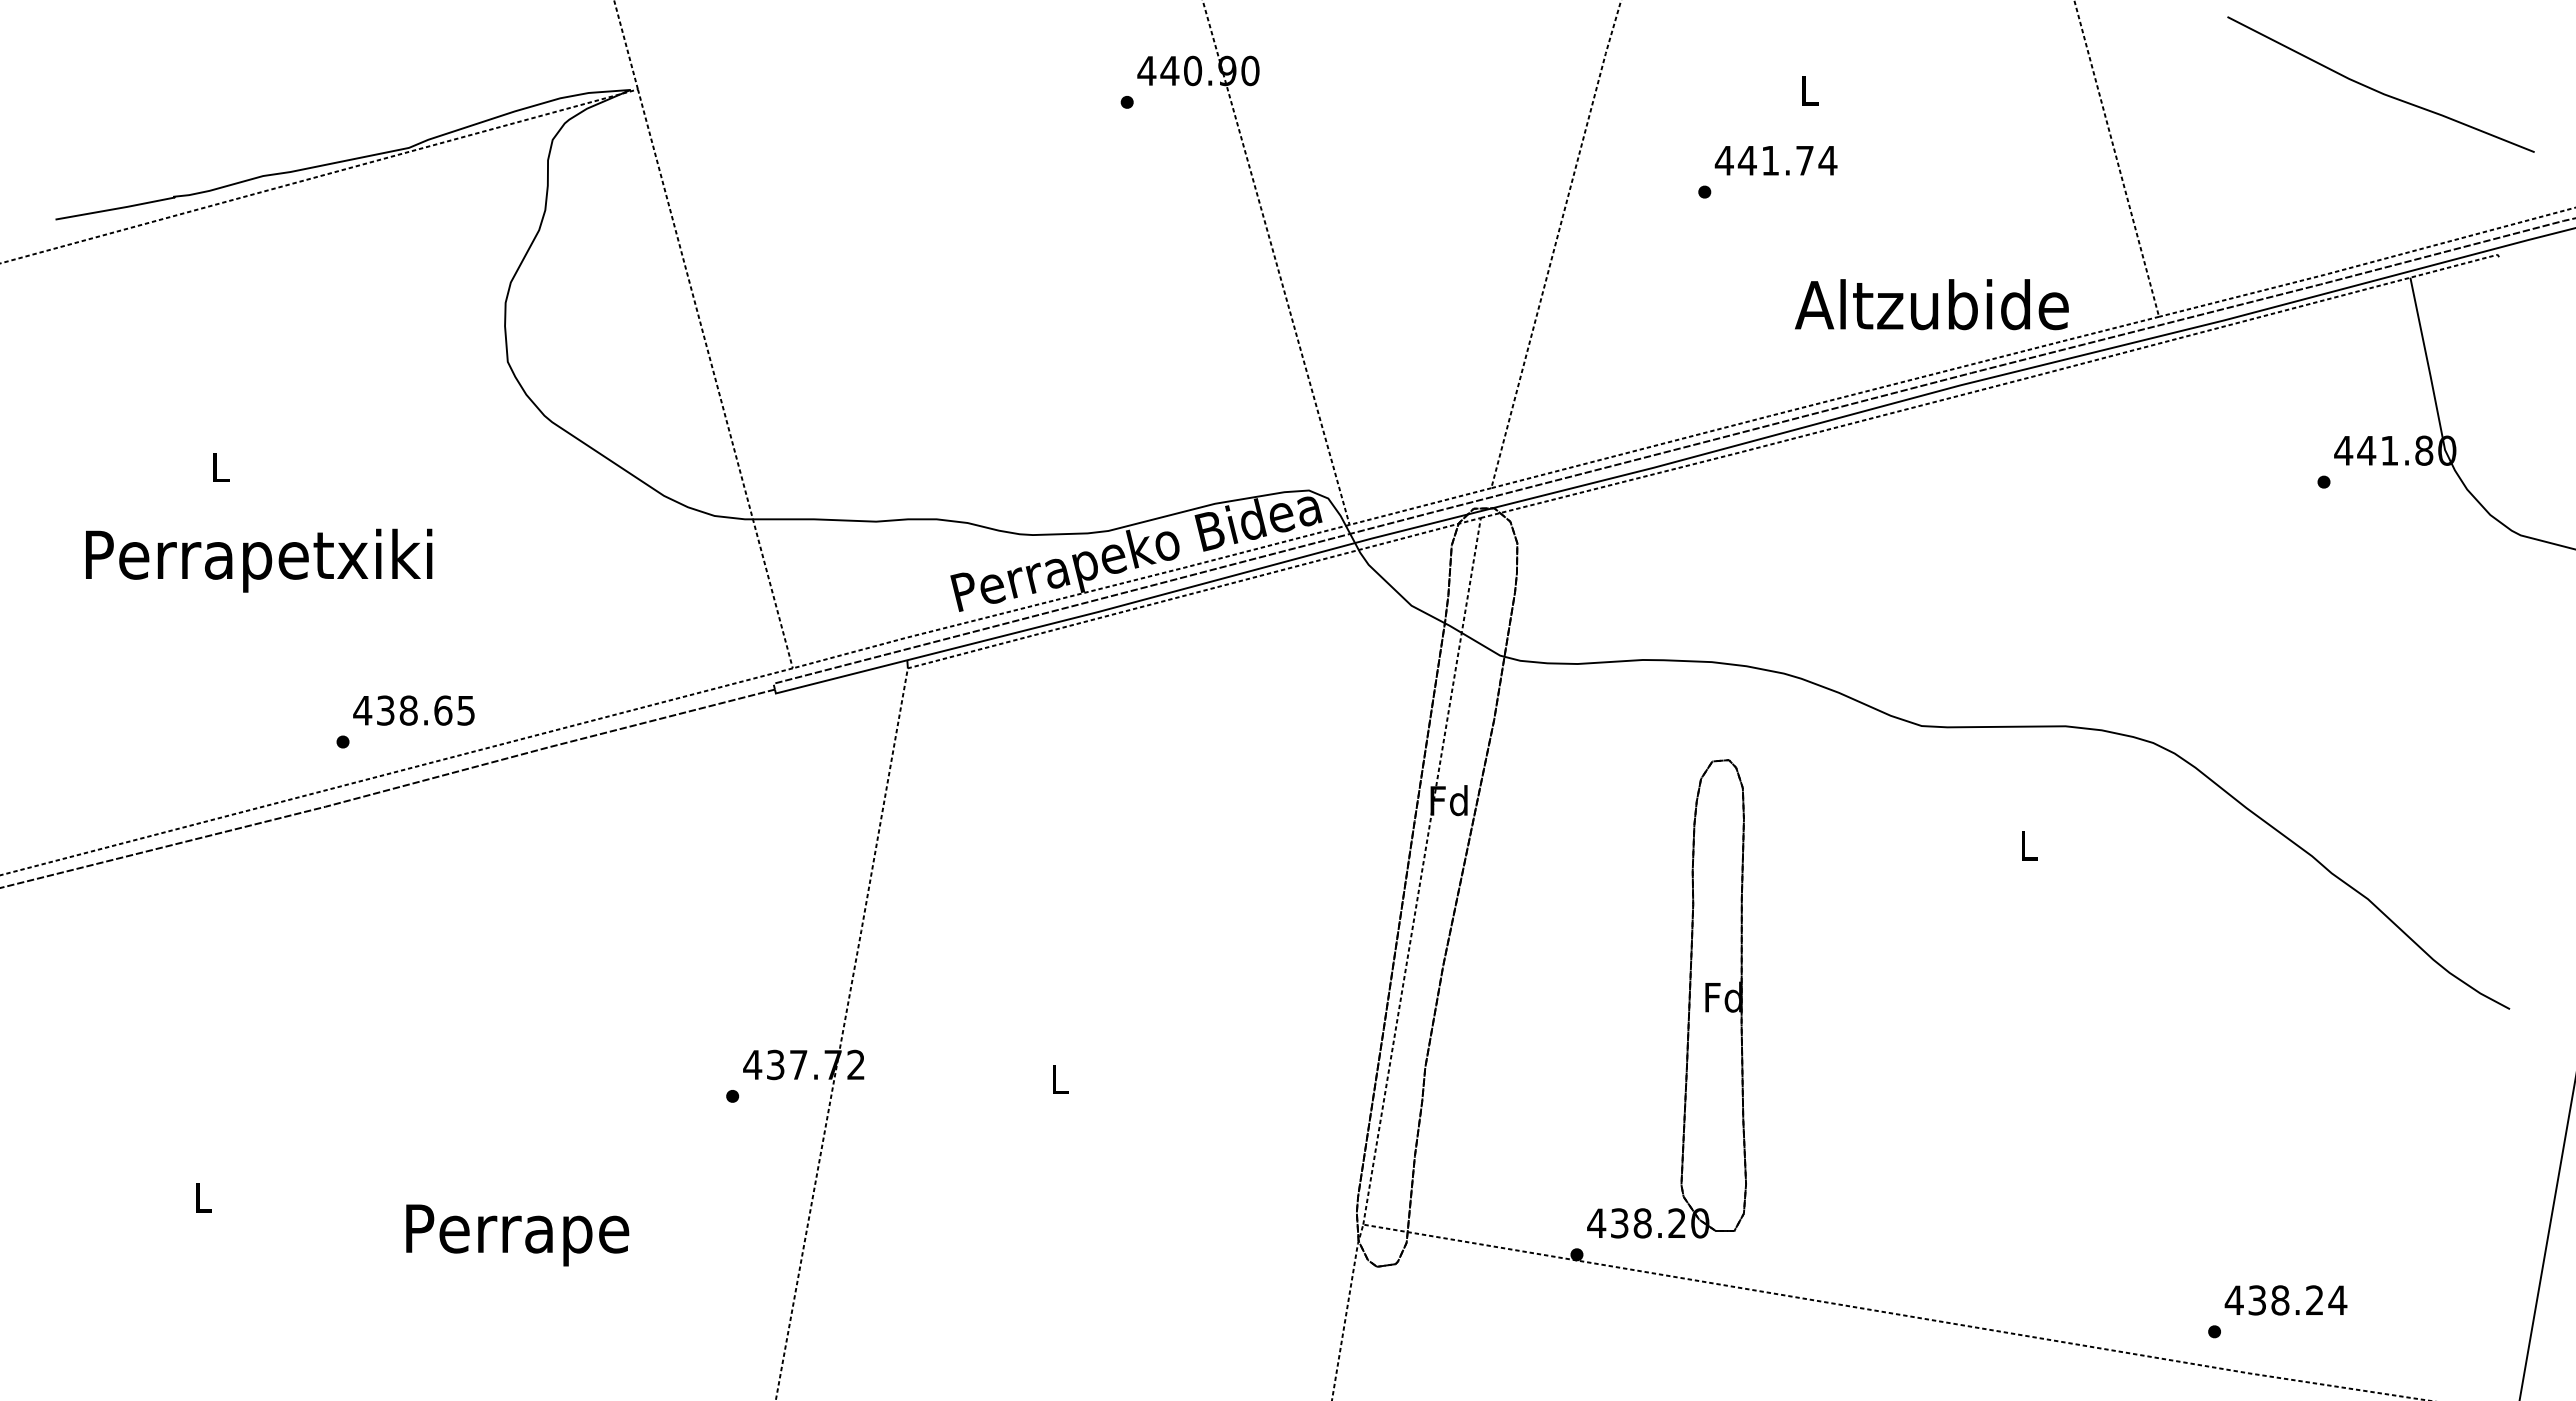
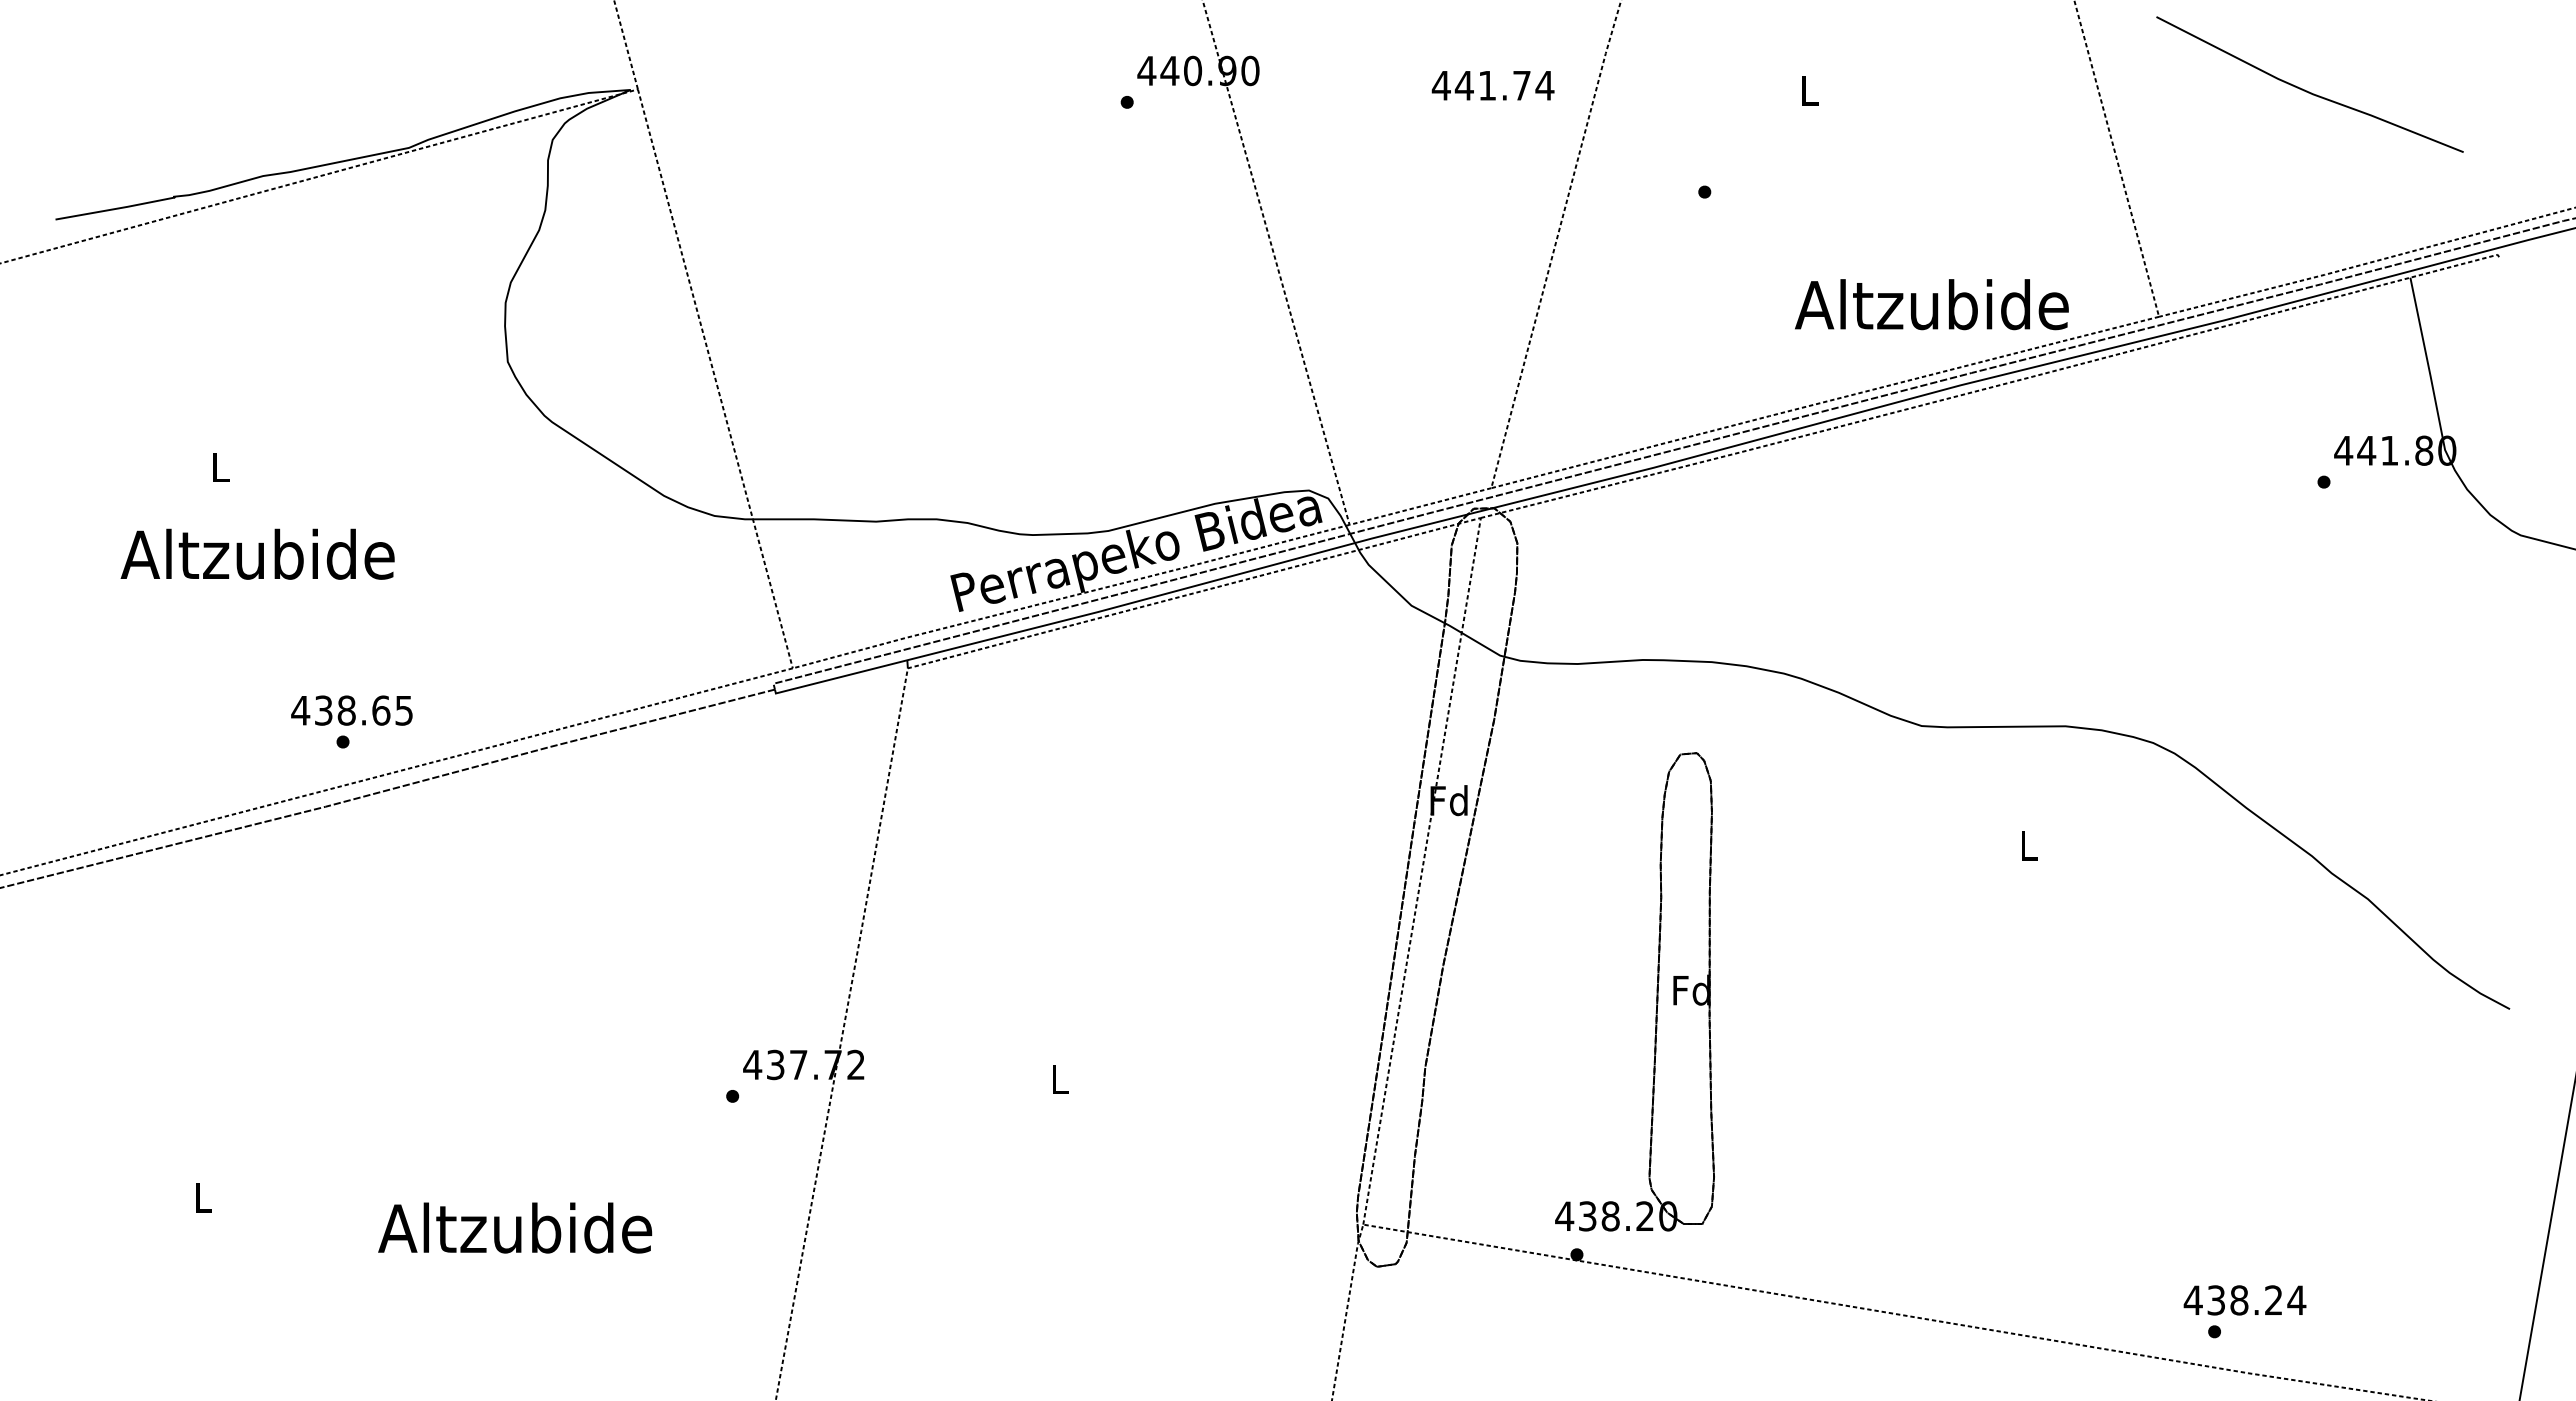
line at (2378, 90) position: (2378, 90) -> (2307, 90)
text at (1775, 160) position: (1775, 160) -> (1492, 85)
text at (259, 560): Perrapetxiki -> Altzubide
text at (413, 710) position: (413, 710) -> (351, 710)
part at (1688, 998) position: (1688, 998) -> (1656, 991)
text at (515, 1234): Perrape -> Altzubide
text at (2285, 1300) position: (2285, 1300) -> (2244, 1300)
